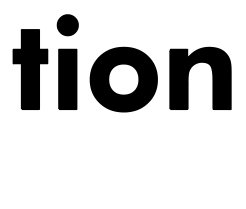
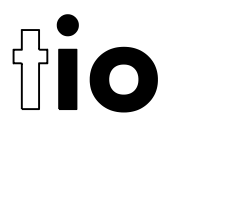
fill at (30, 69): present -> none
part at (188, 77): present -> none
